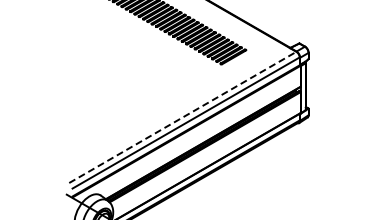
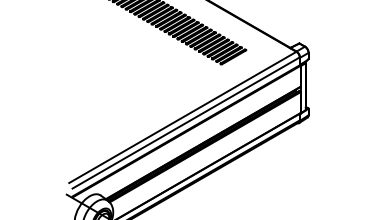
line at (183, 117): dashed -> solid
